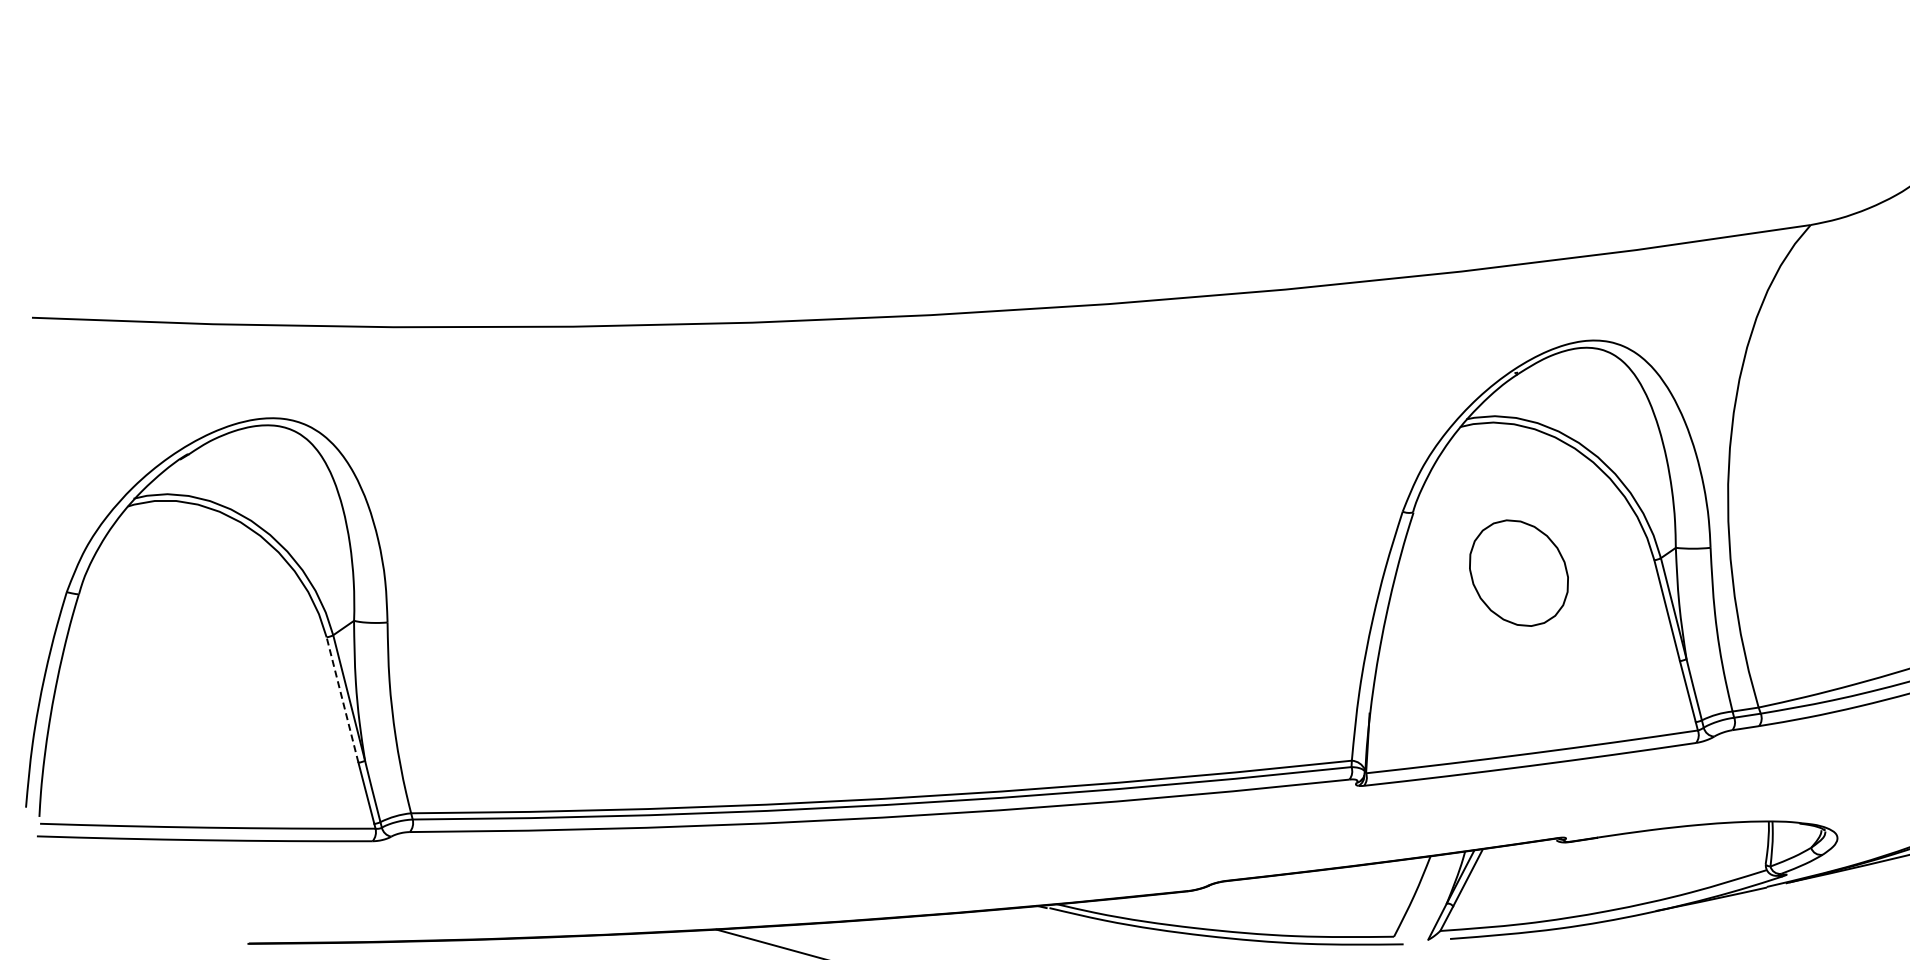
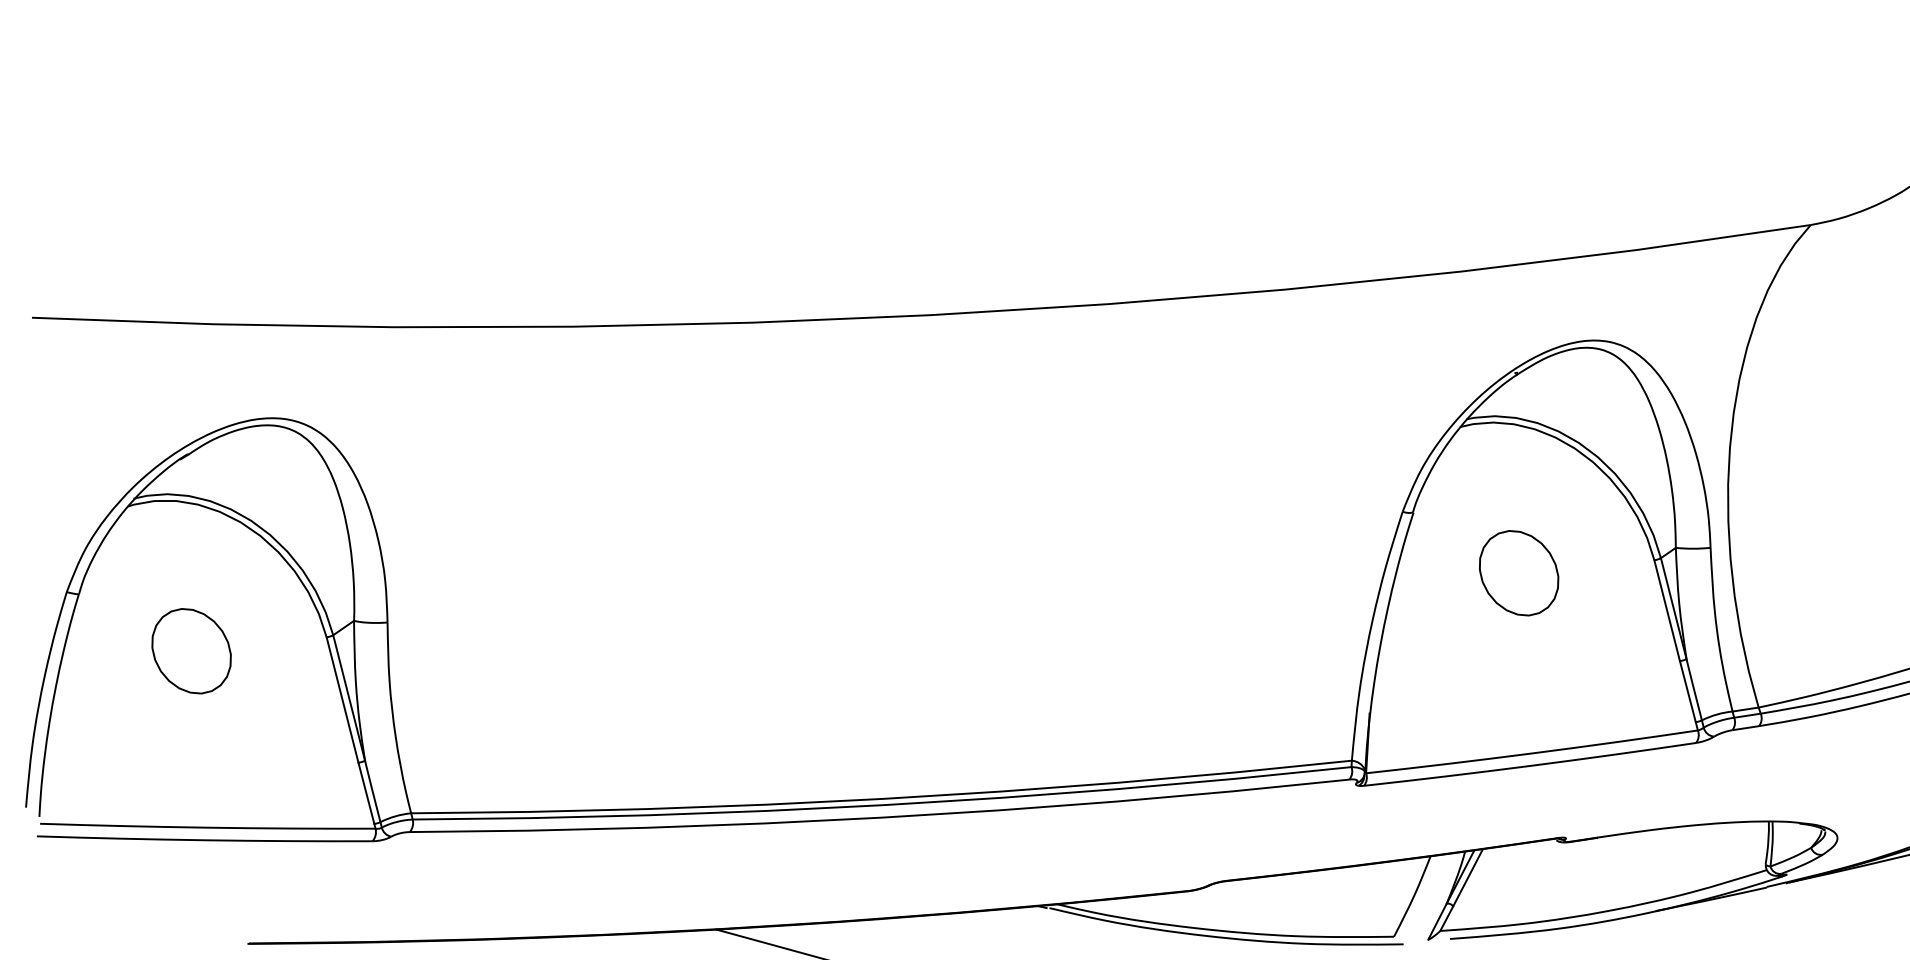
part at (1518, 572) size: 100x108 px -> 81x87 px
part at (191, 651): none -> present
line at (342, 700): dashed -> solid
